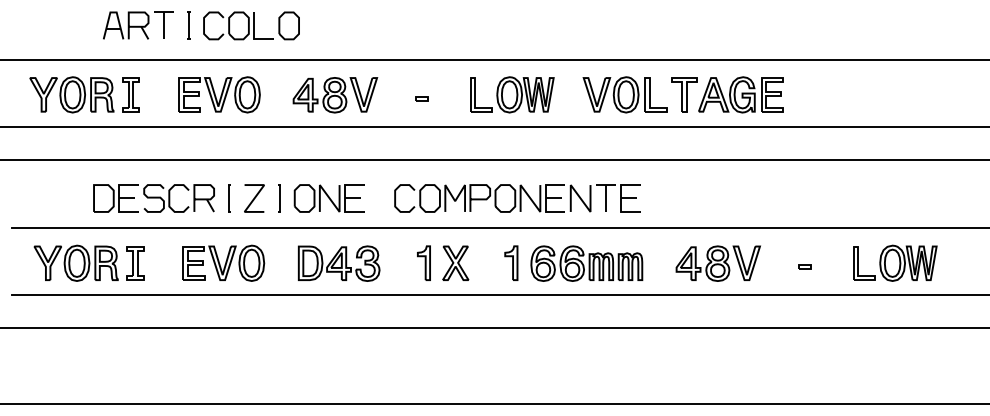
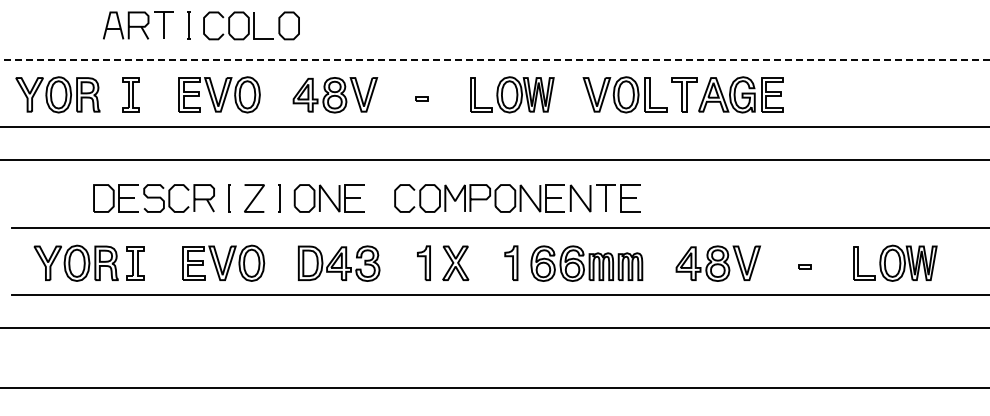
line at (495, 59): solid -> dashed
part at (71, 94) position: (71, 94) -> (57, 94)
line at (494, 403) position: (494, 403) -> (494, 387)
